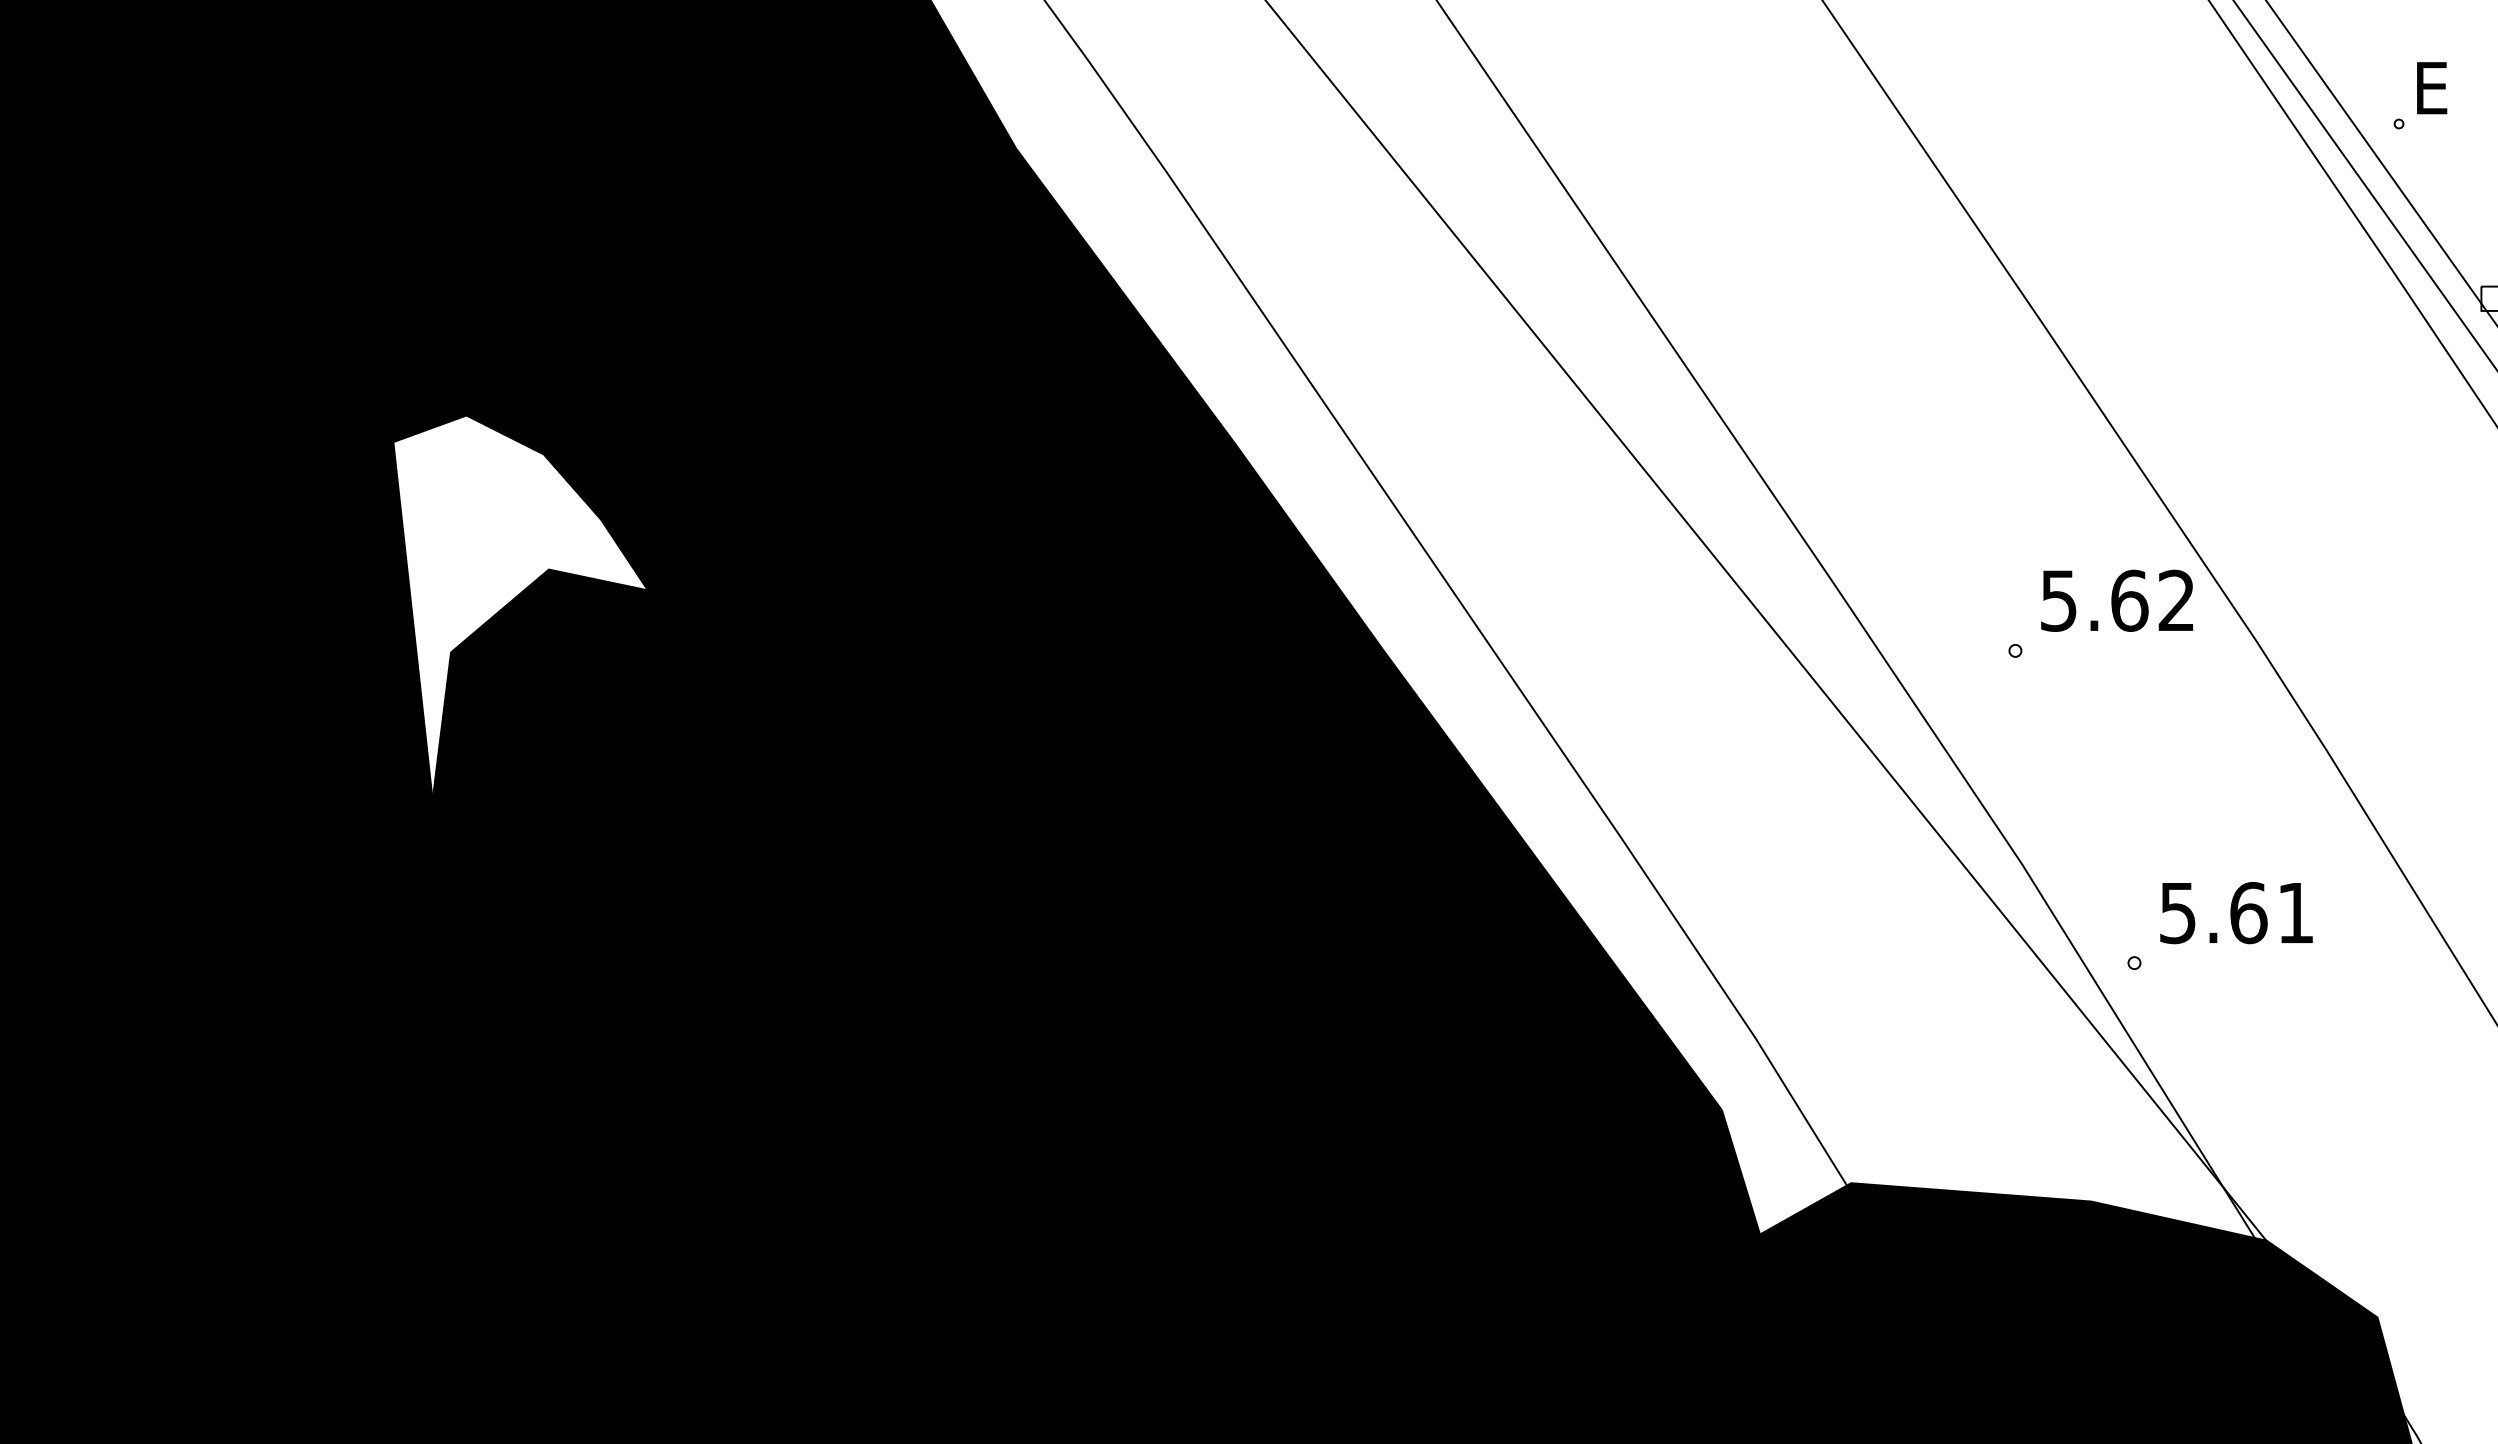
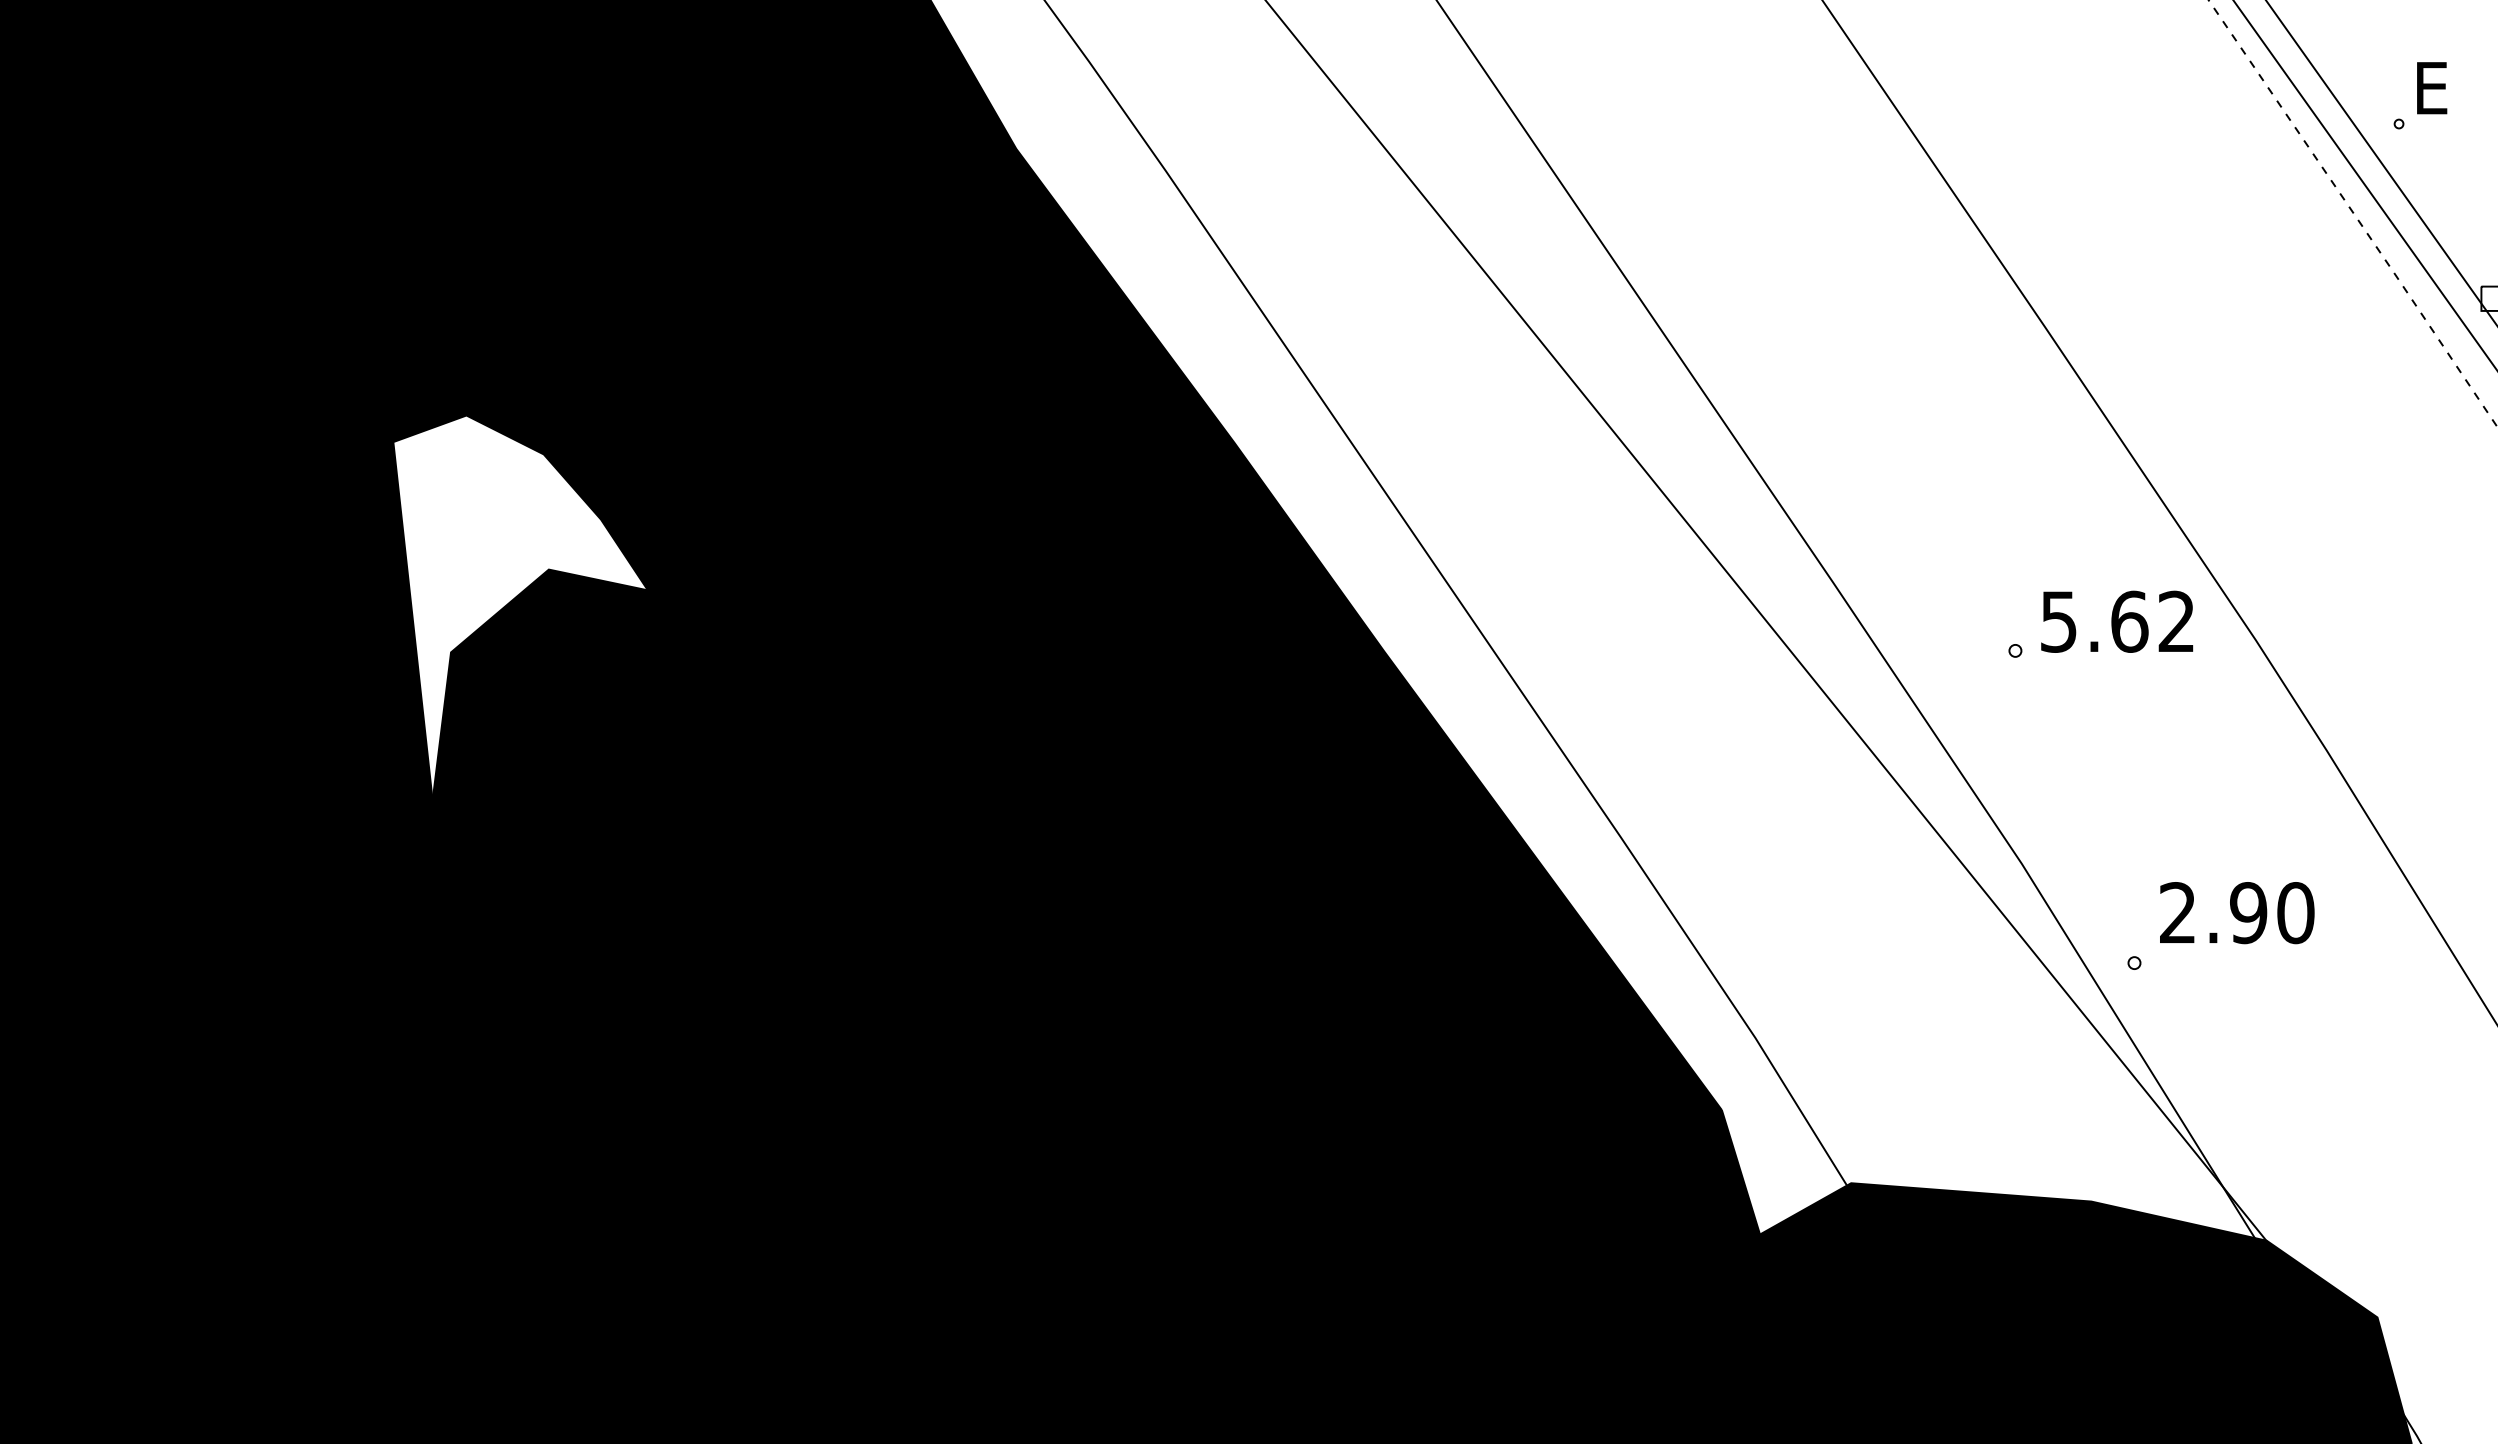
line at (2354, 214): solid -> dashed
text at (2117, 600) position: (2117, 600) -> (2117, 621)
text at (2237, 913): 5.61 -> 2.90
